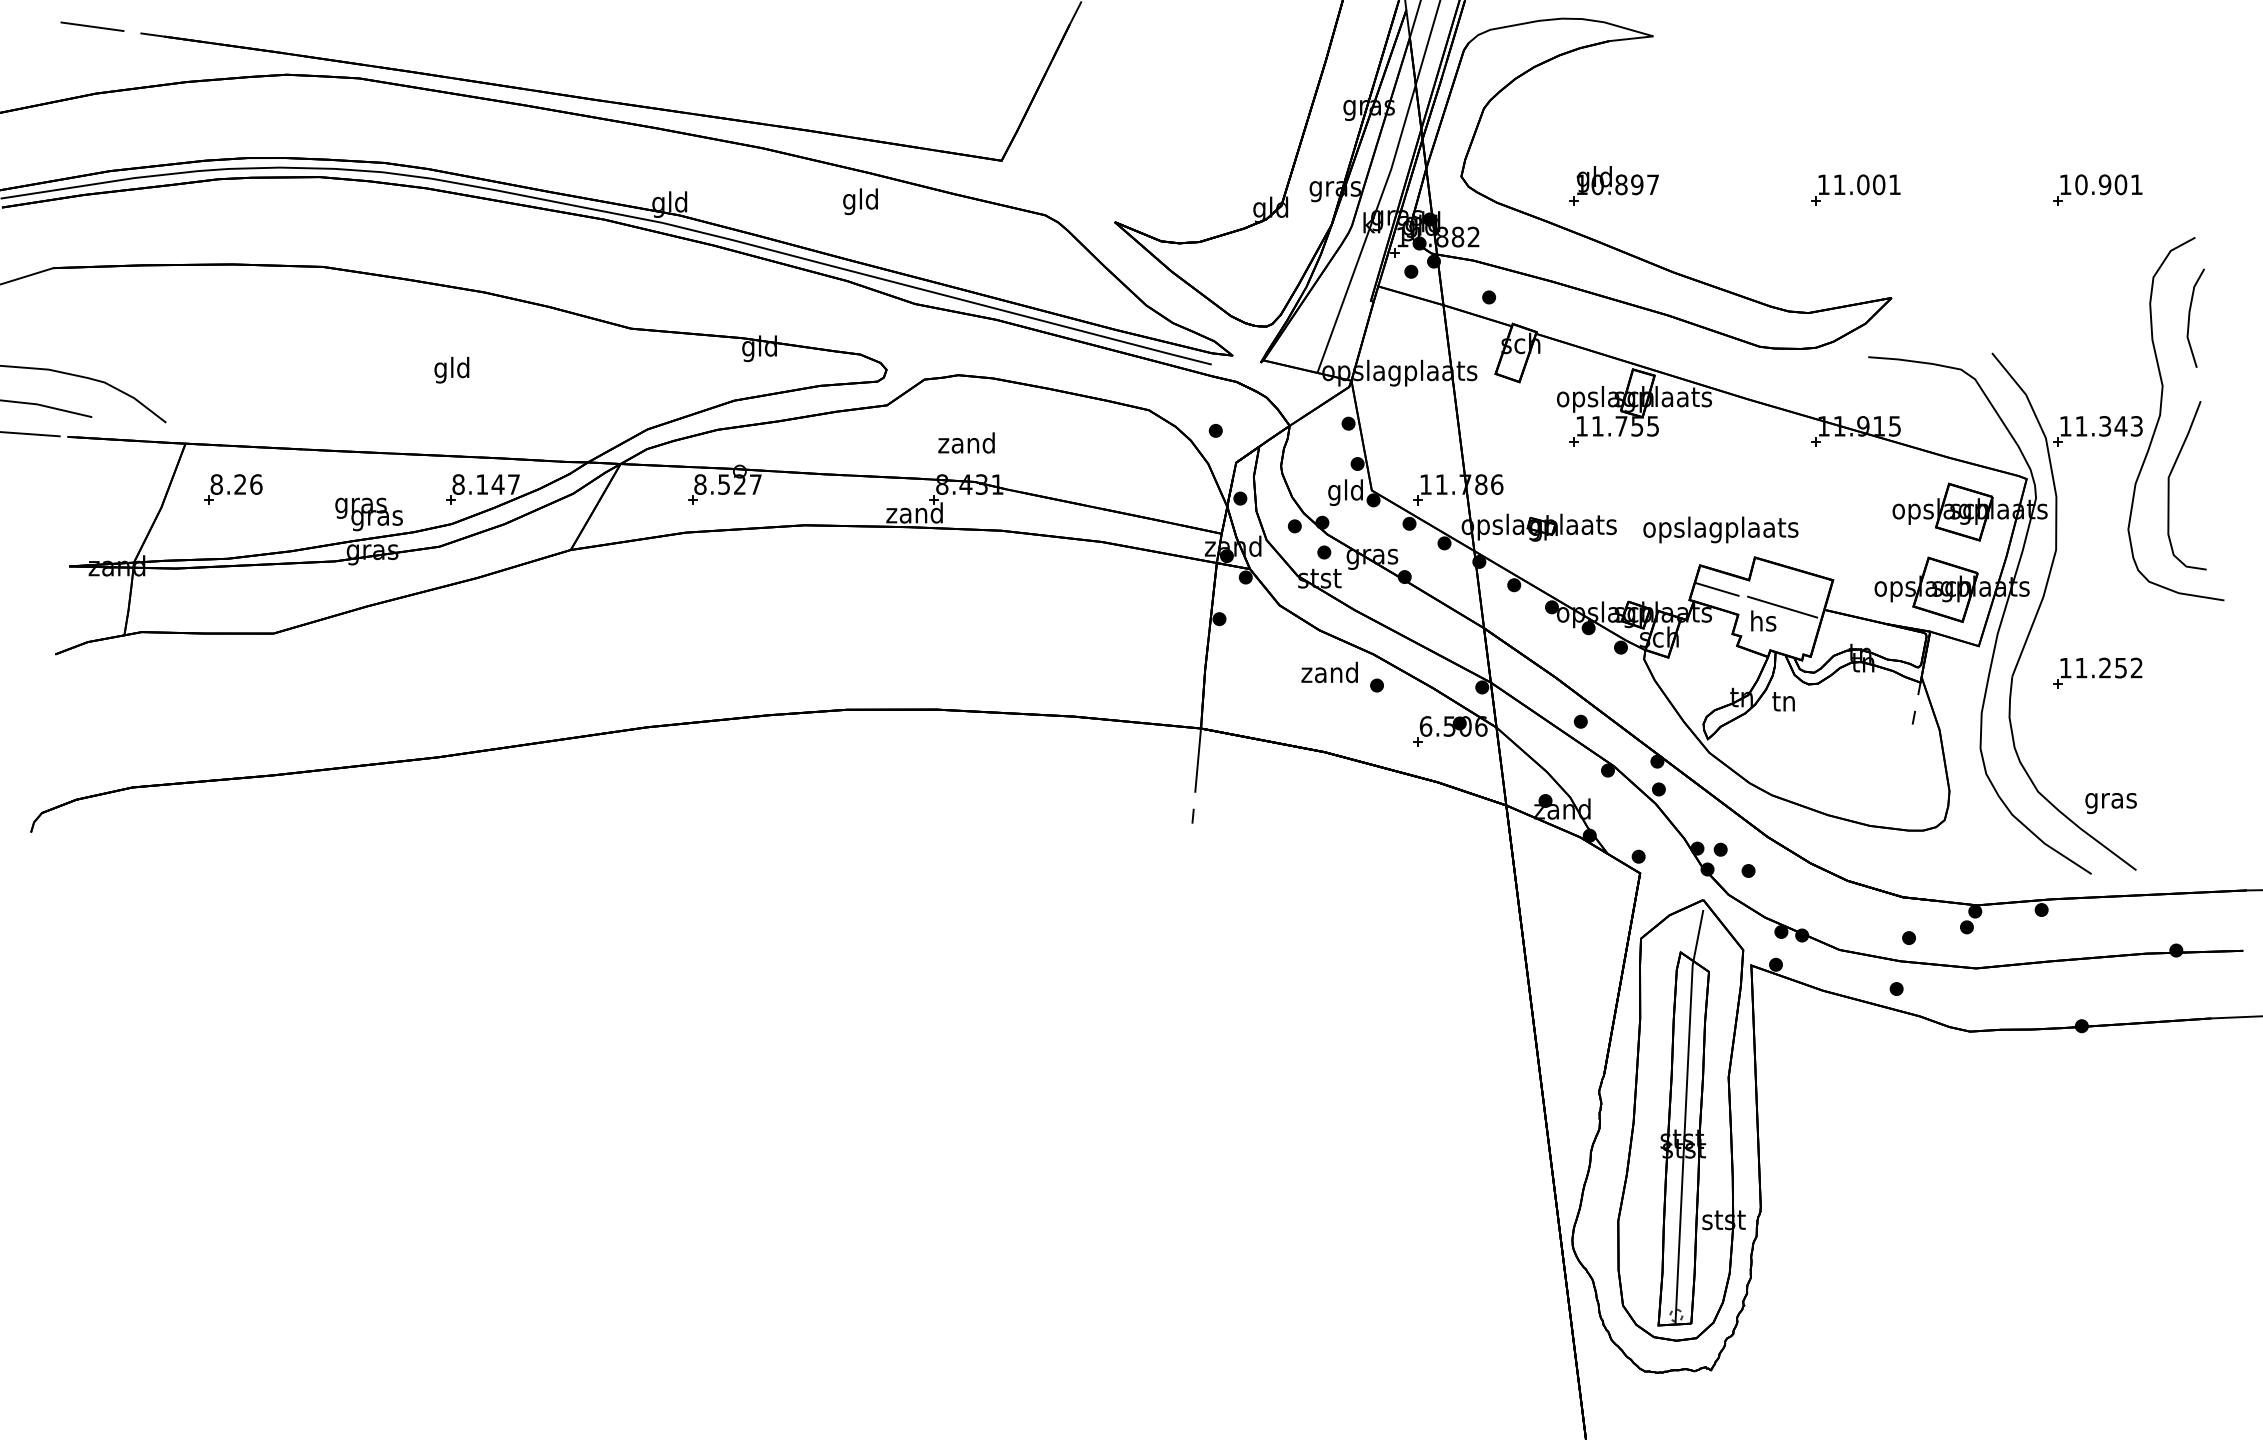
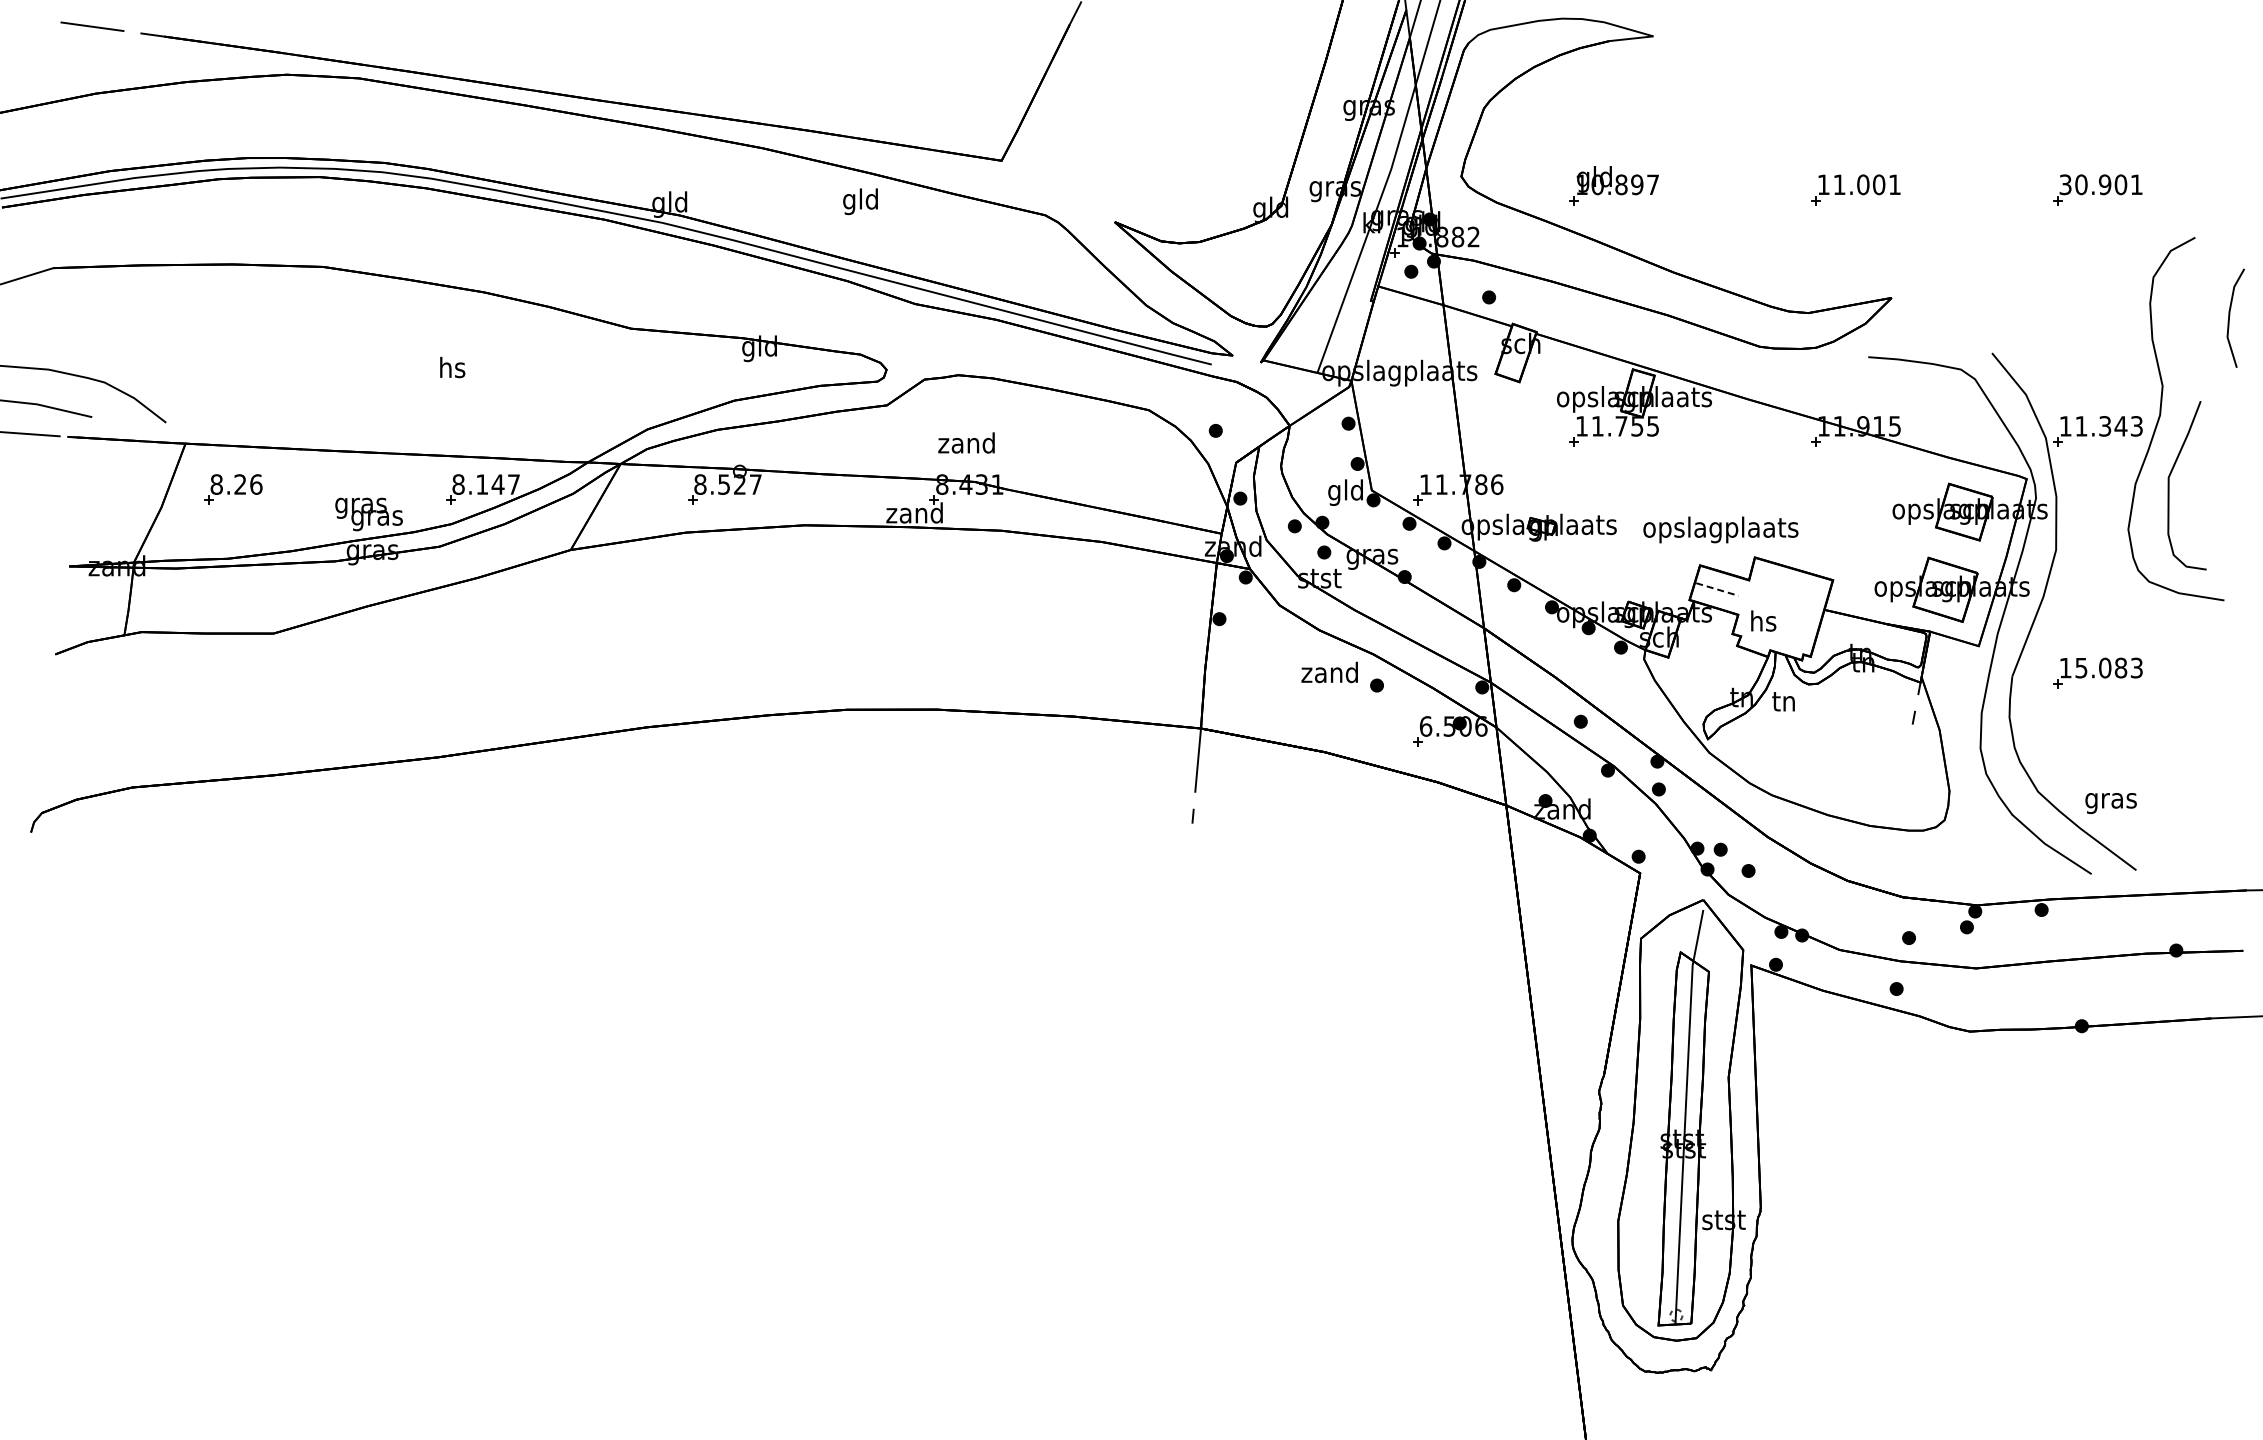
text at (2065, 184): 10.901 -> 30.901
line at (2190, 316) position: (2190, 316) -> (2230, 316)
text at (451, 369): gld -> hs
line at (1717, 589): solid -> dashed
line at (1782, 606): present -> none
text at (2108, 667): 11.252 -> 15.083
